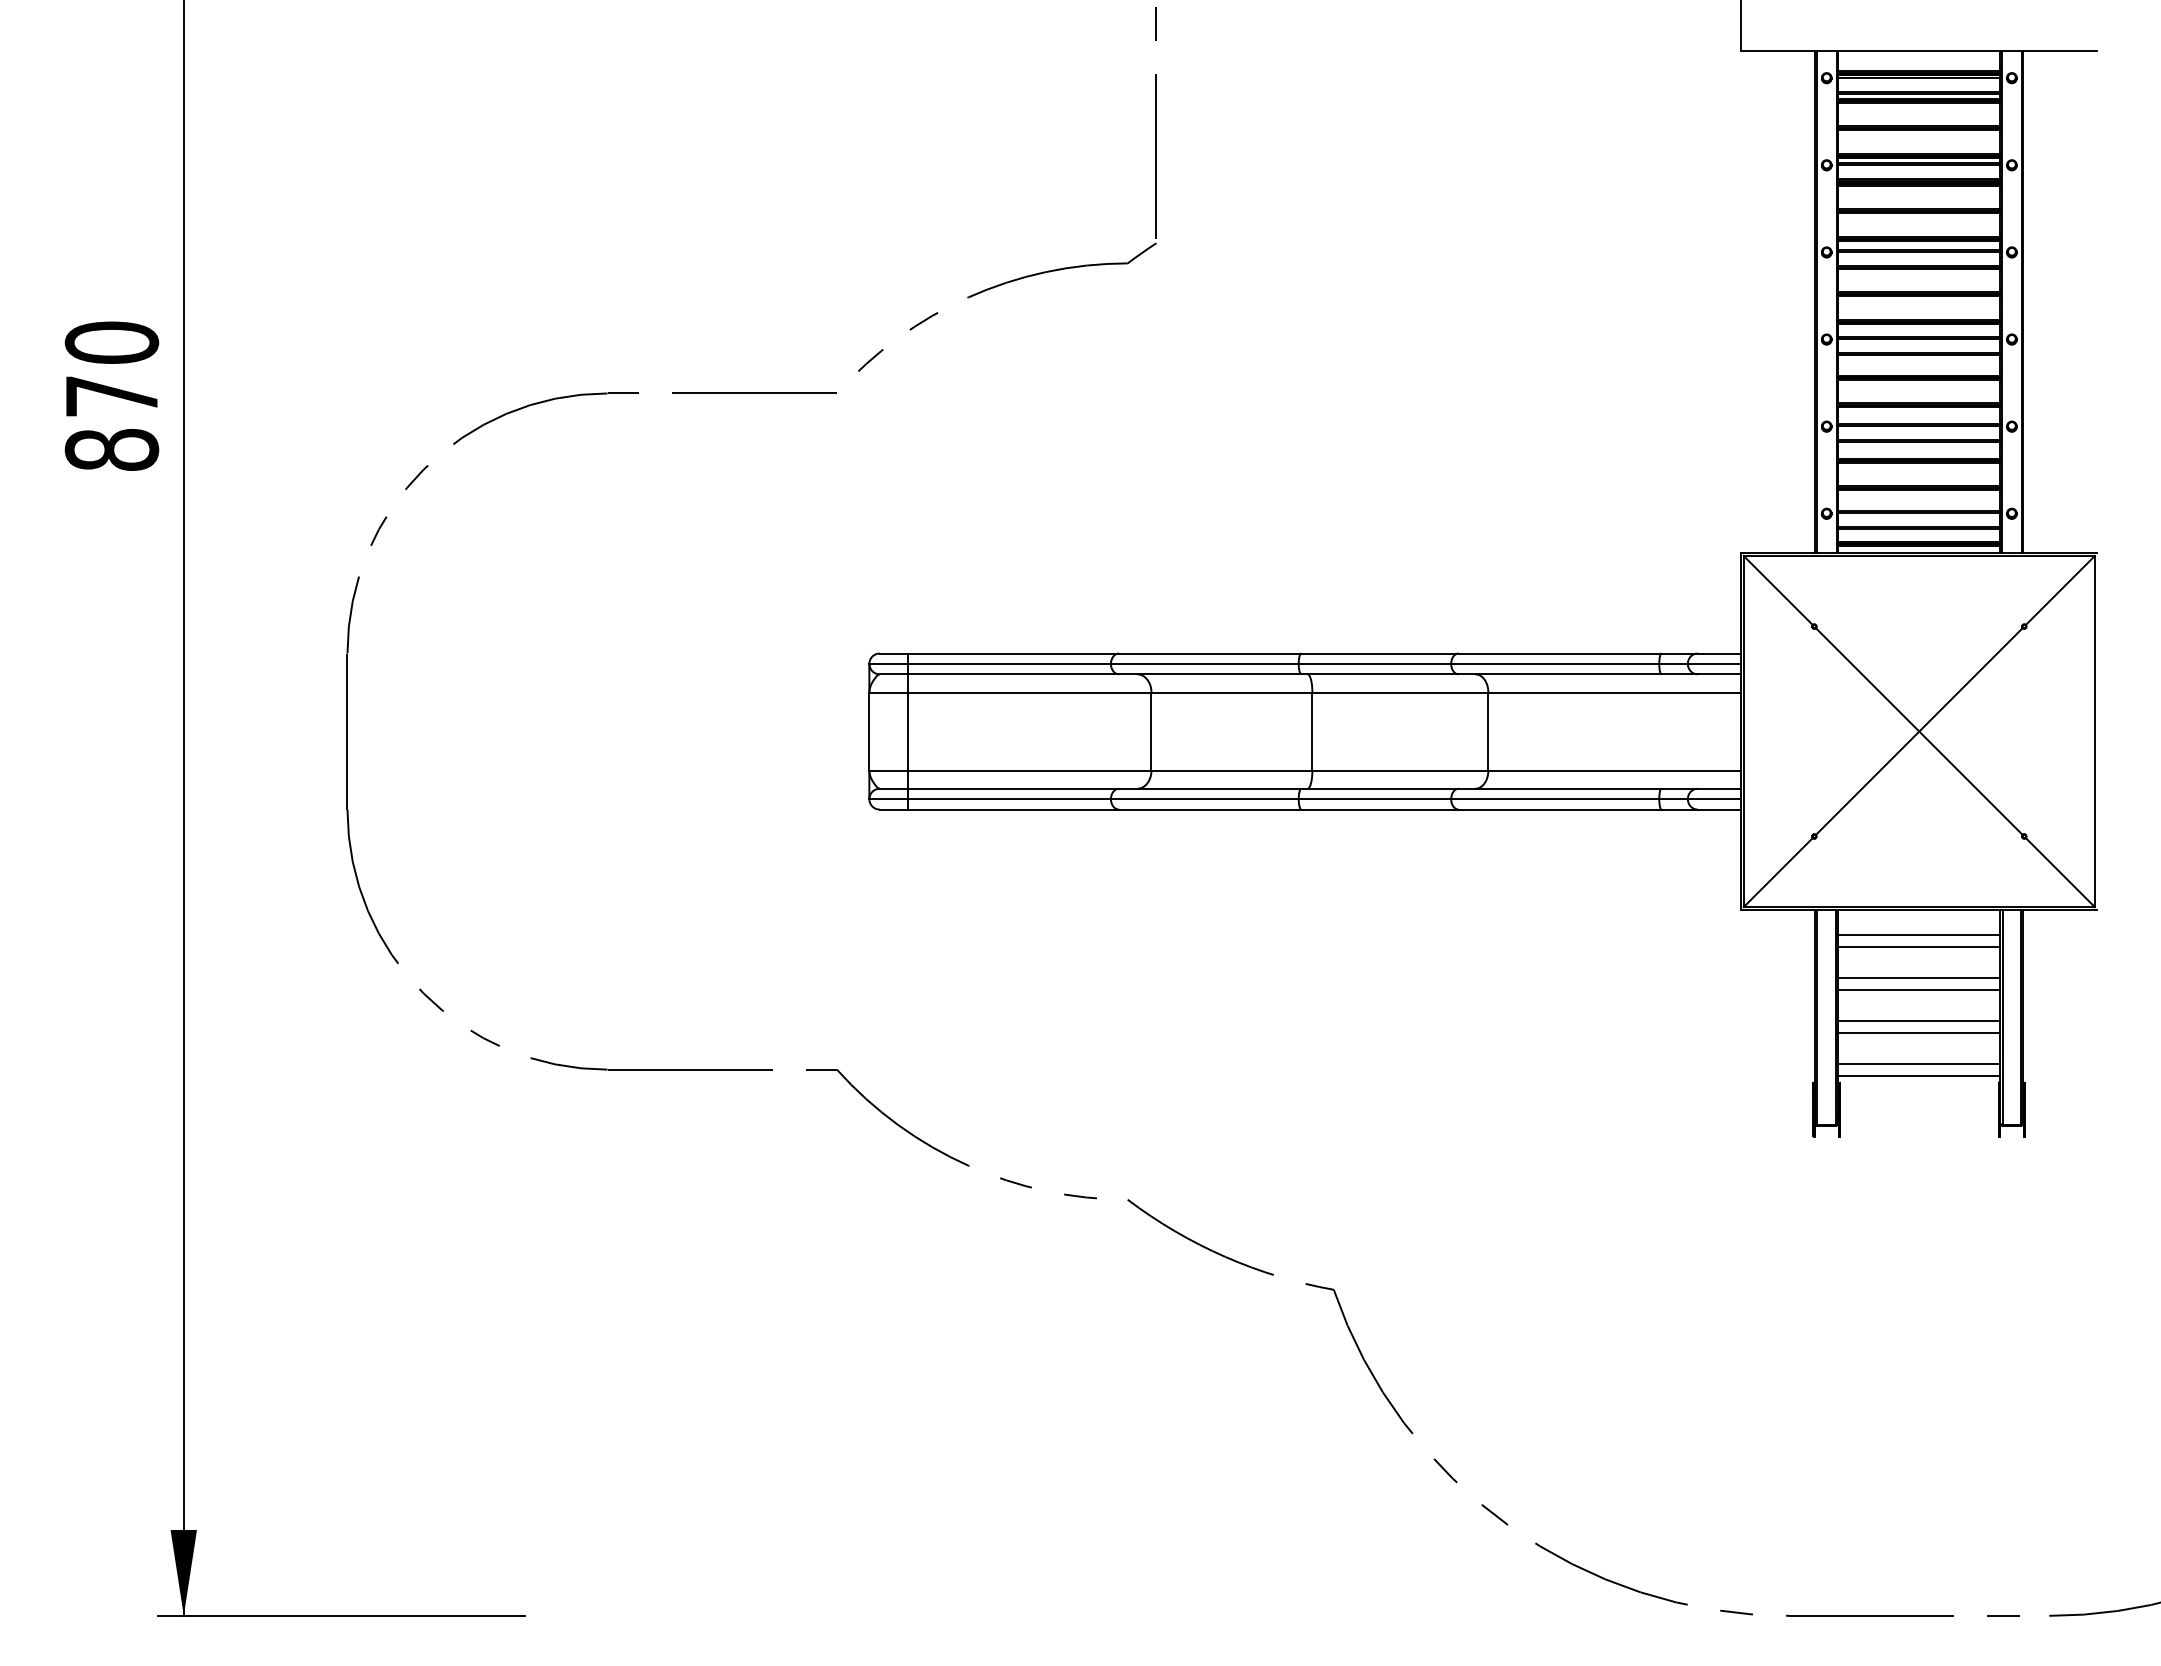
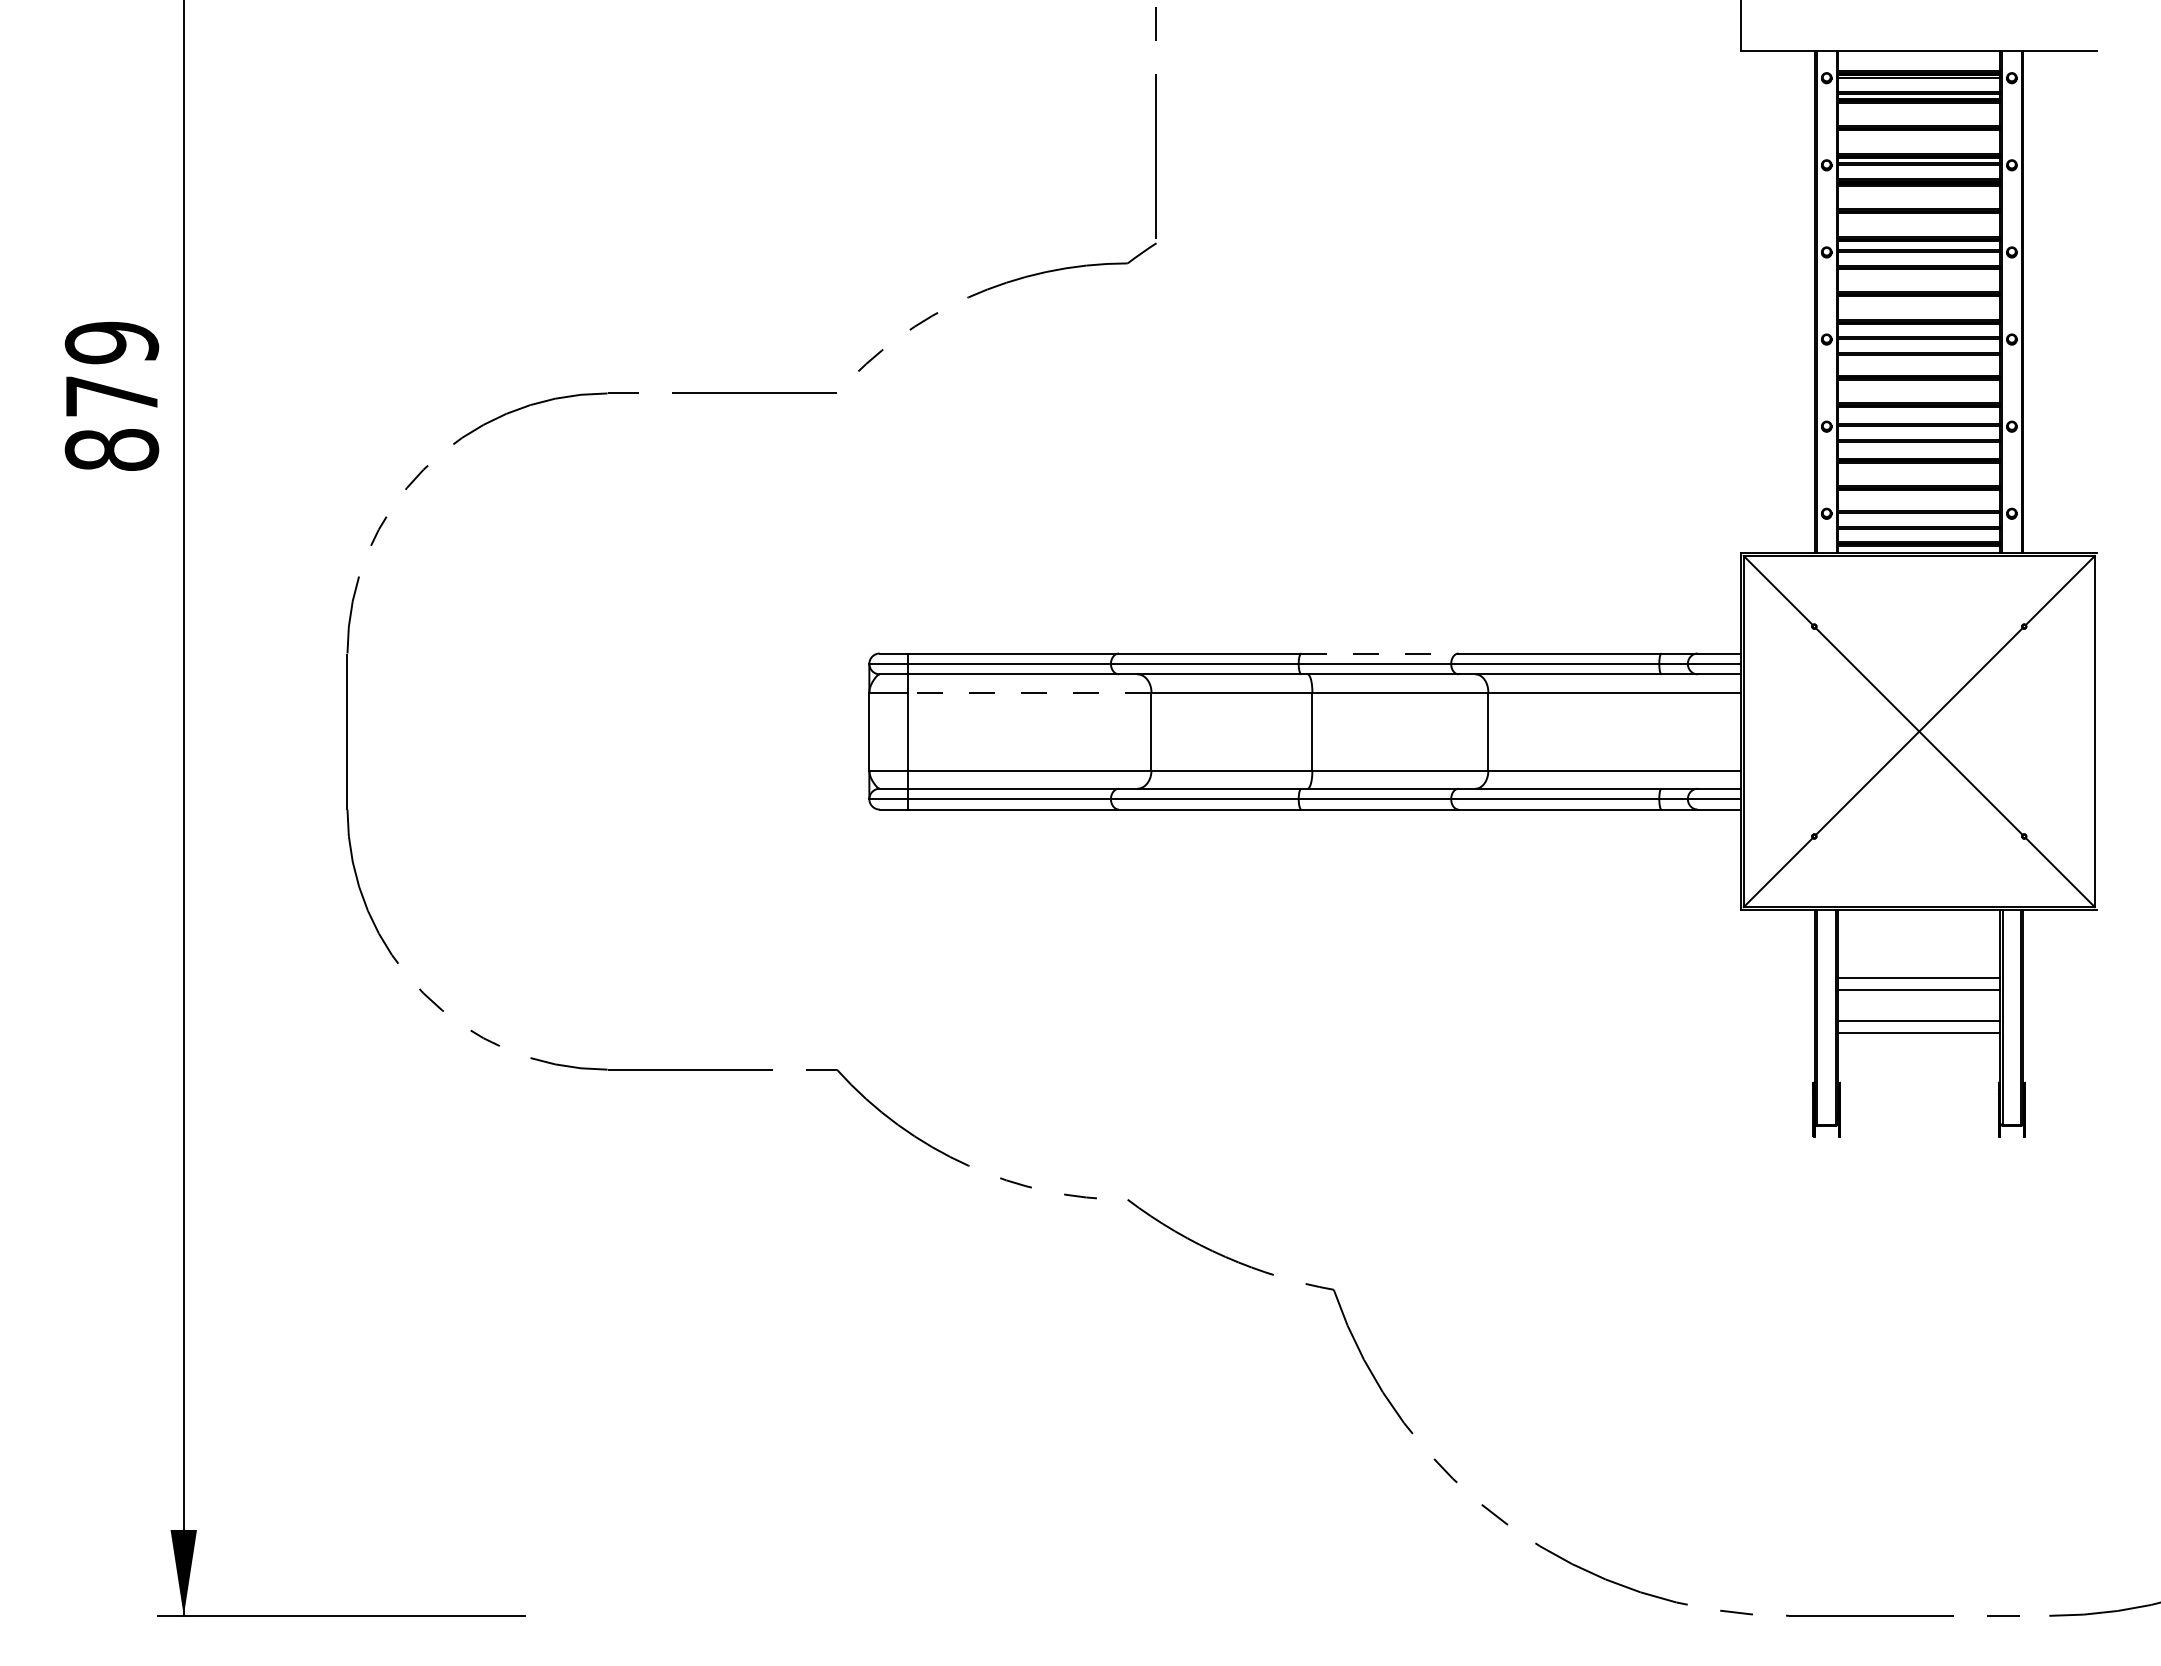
text at (112, 342): 870 -> 879
line at (1380, 653): solid -> dashed
line at (1029, 692): solid -> dashed
line at (1919, 935): present -> none
line at (1919, 946): present -> none
line at (1919, 1063): present -> none
line at (1919, 1075): present -> none
